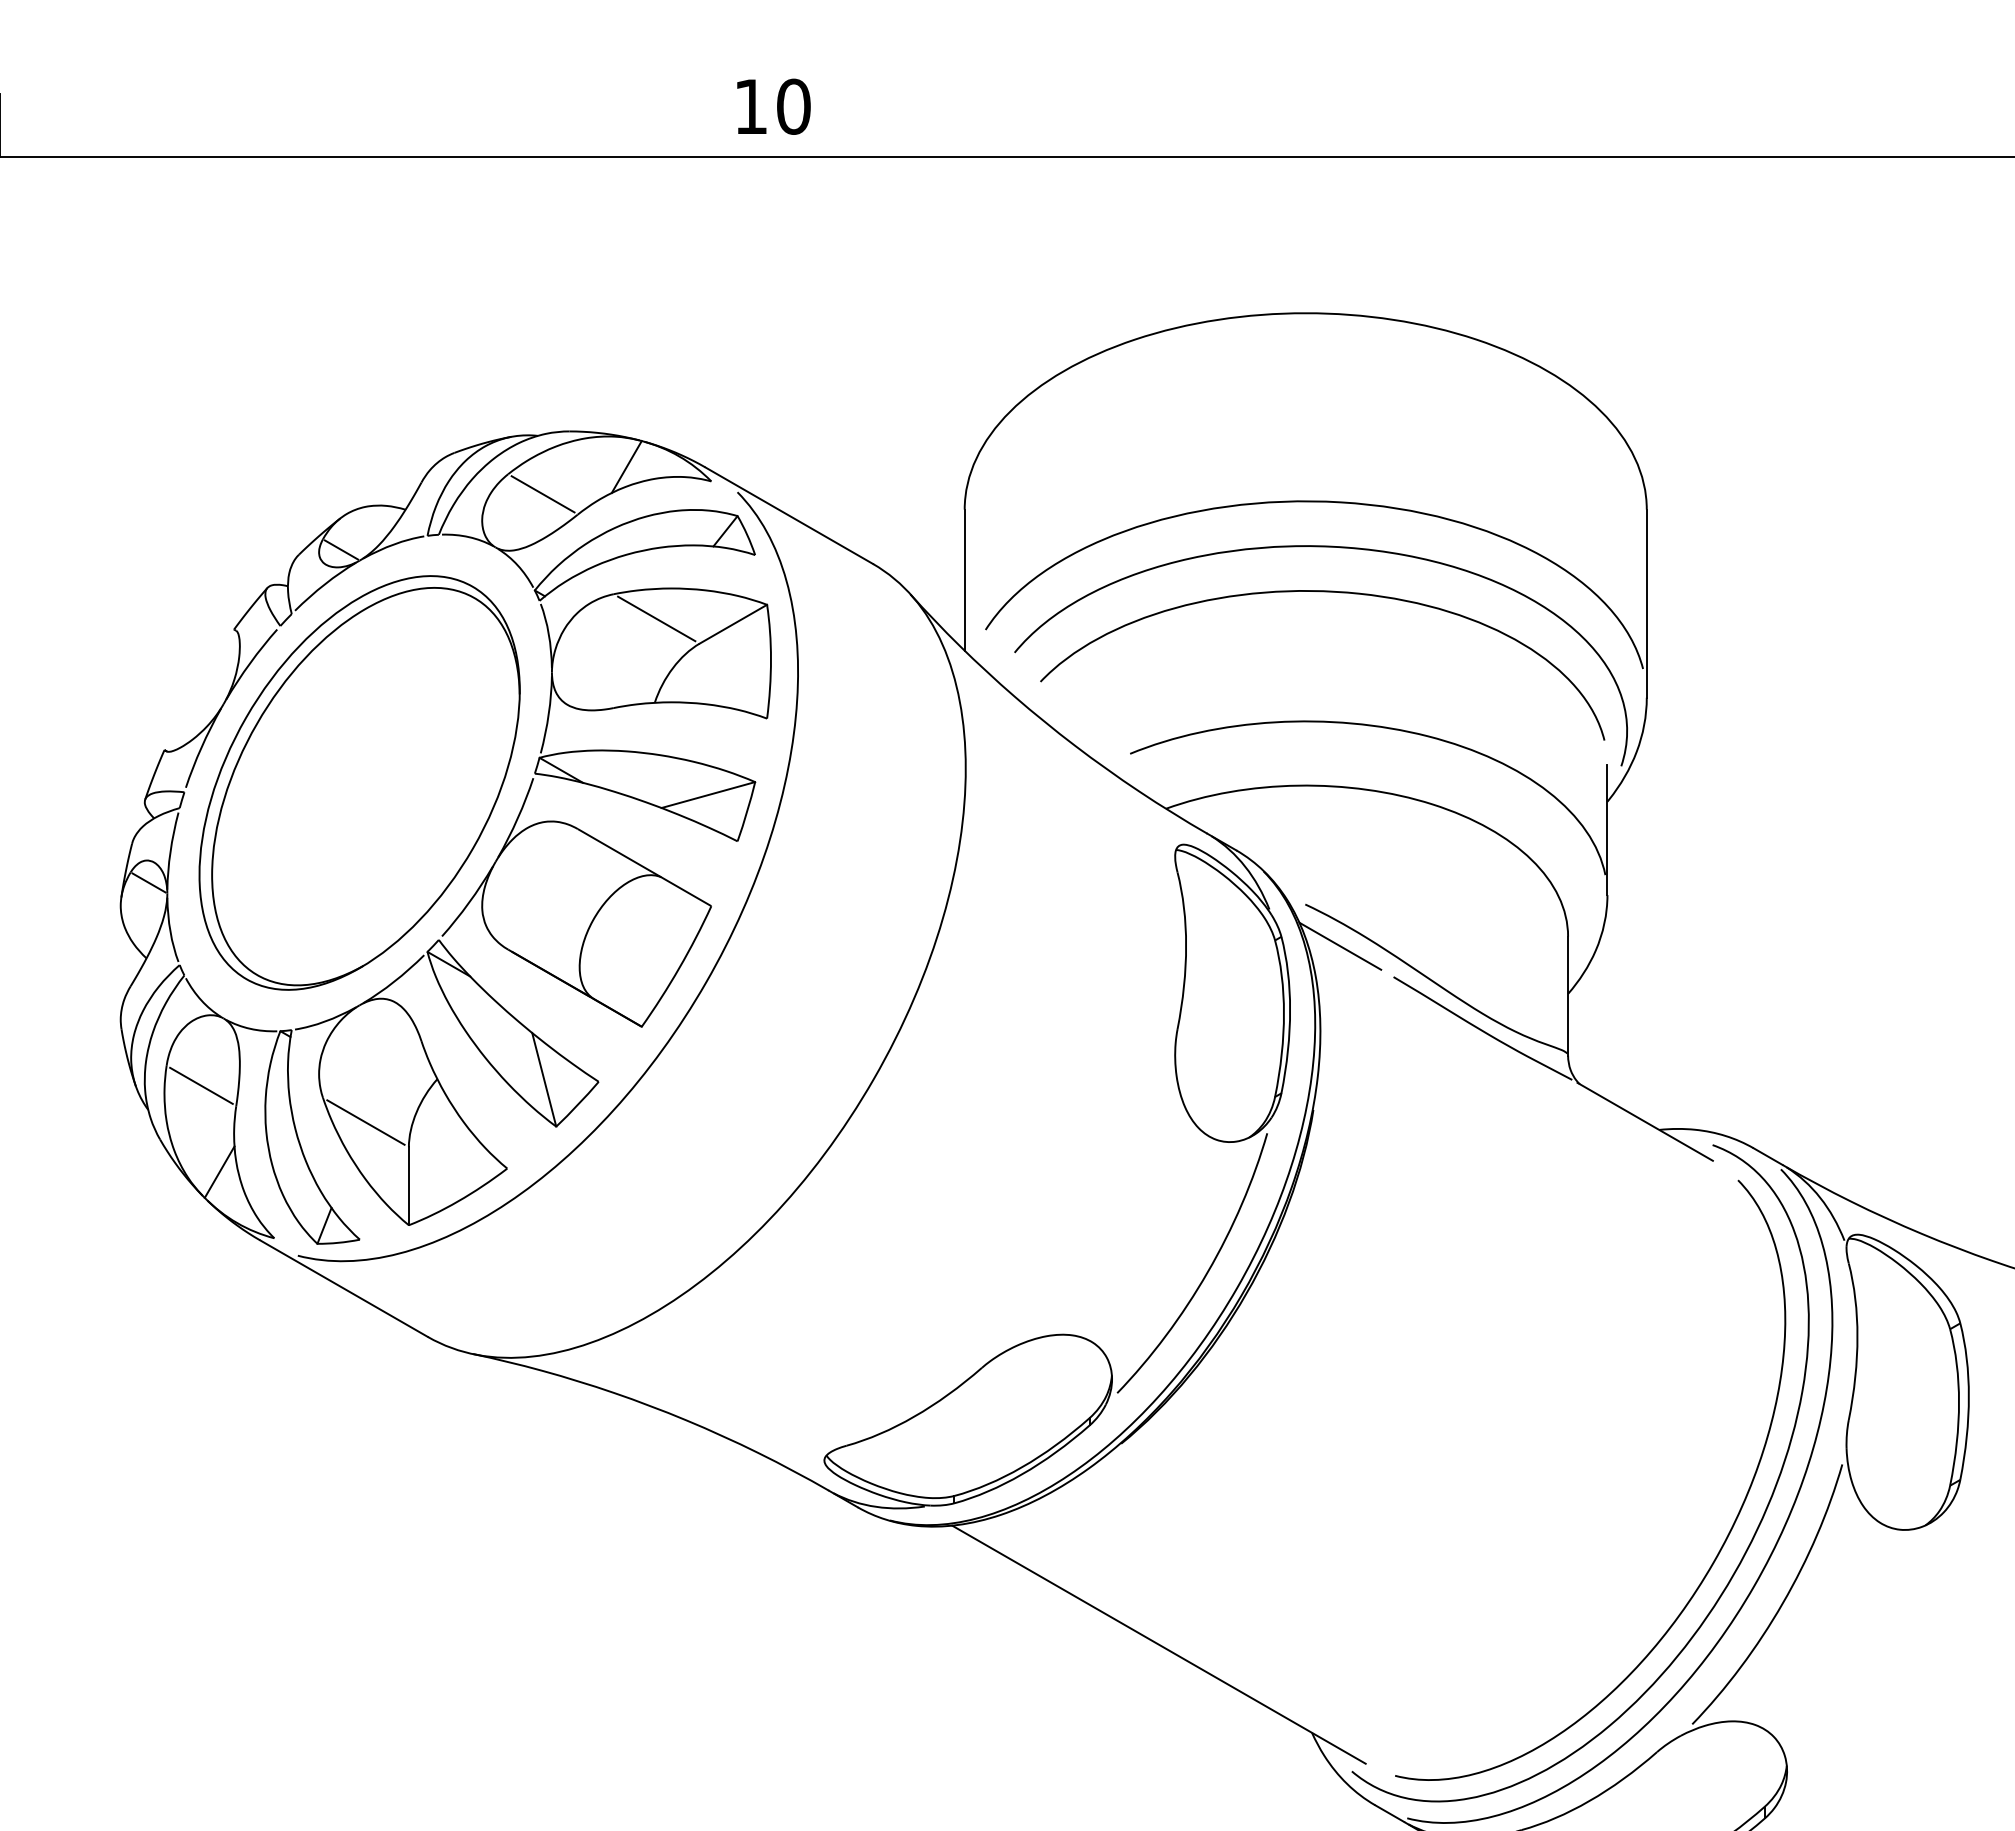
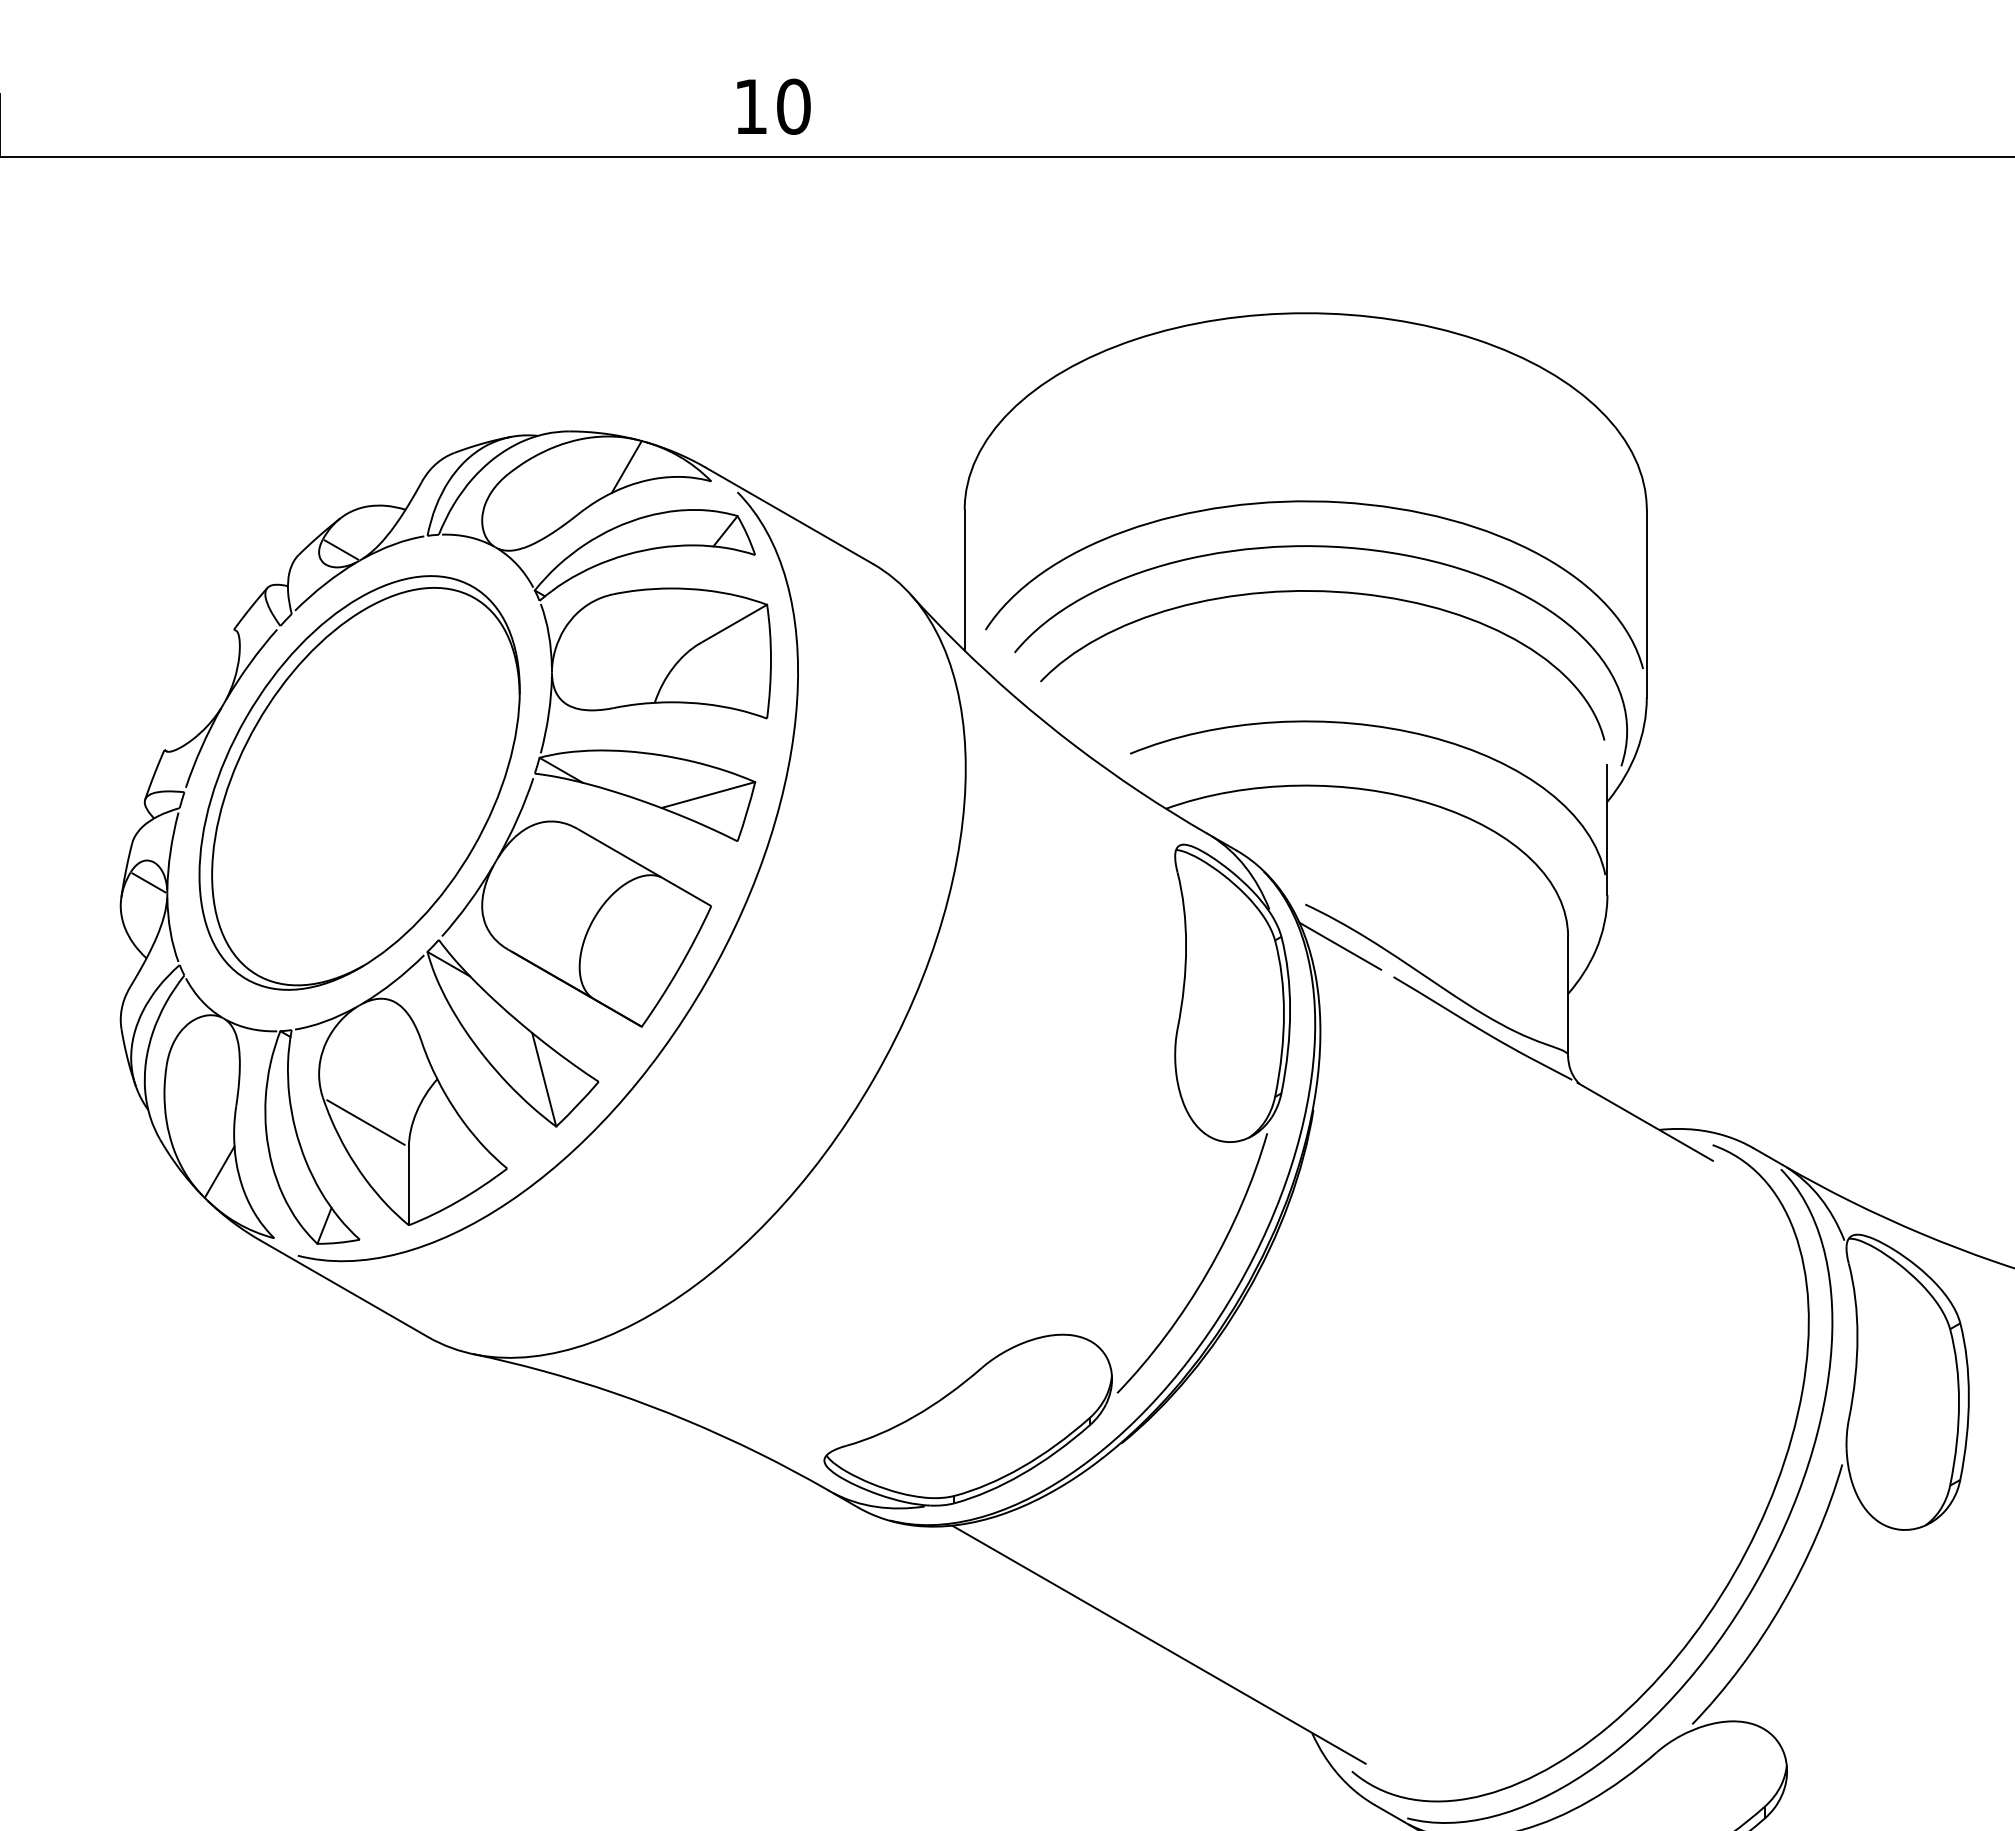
line at (542, 494): present -> none
line at (656, 618): present -> none
line at (201, 1085): present -> none
curve at (1719, 1549): present -> none
